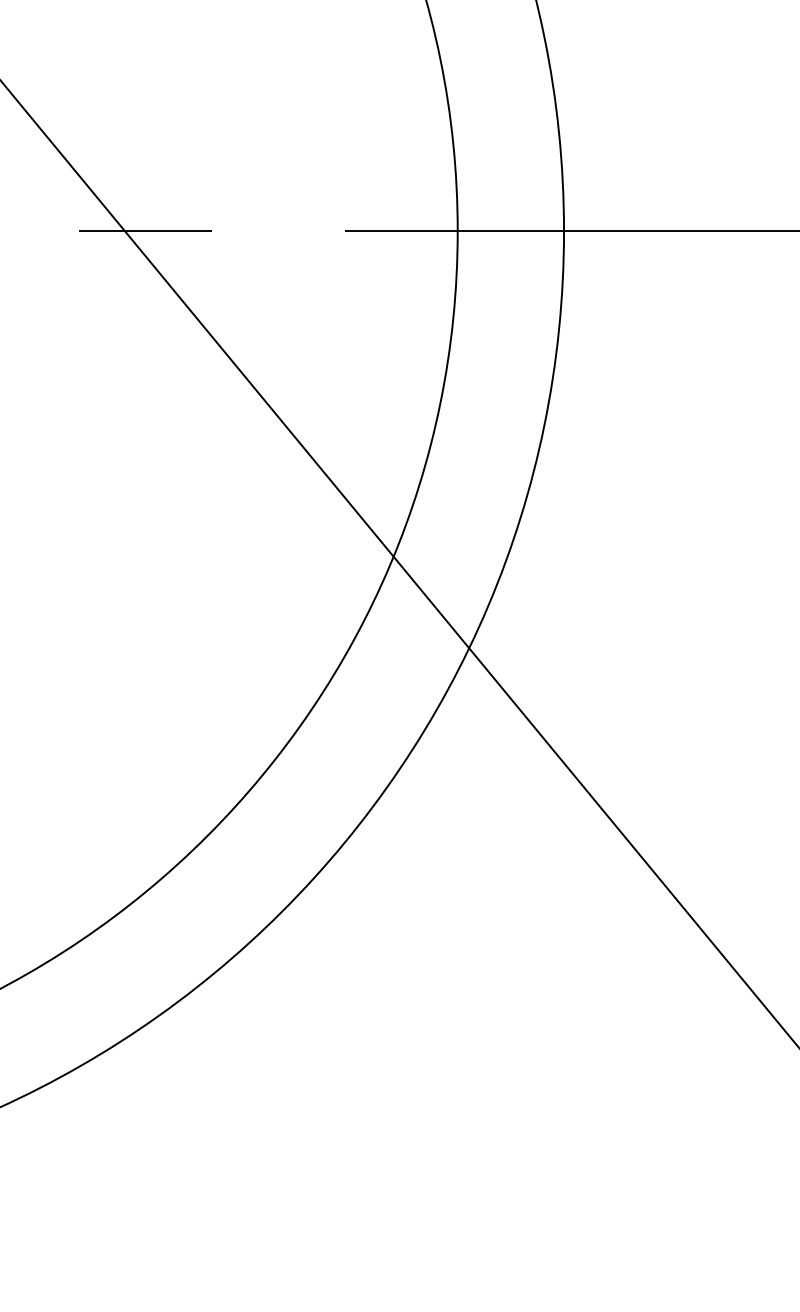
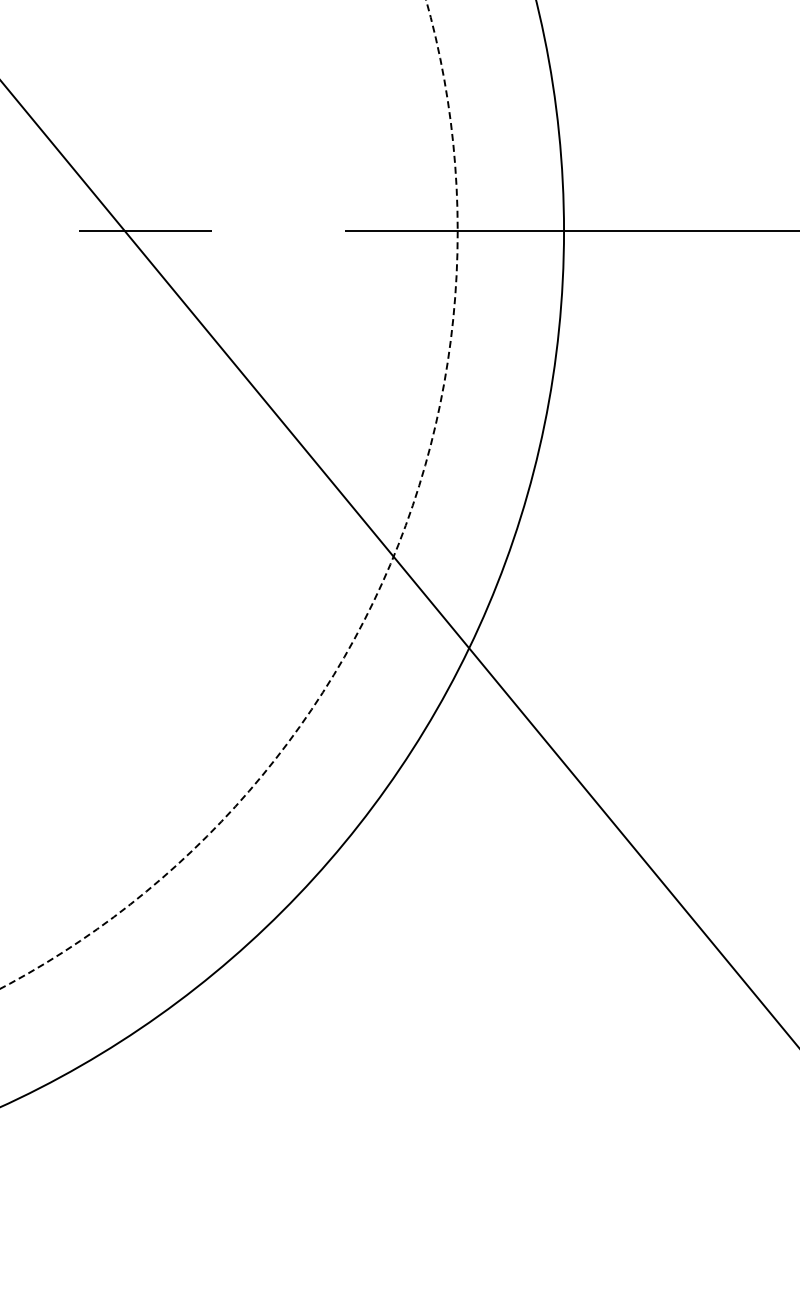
circle at (228, 494): solid -> dashed
